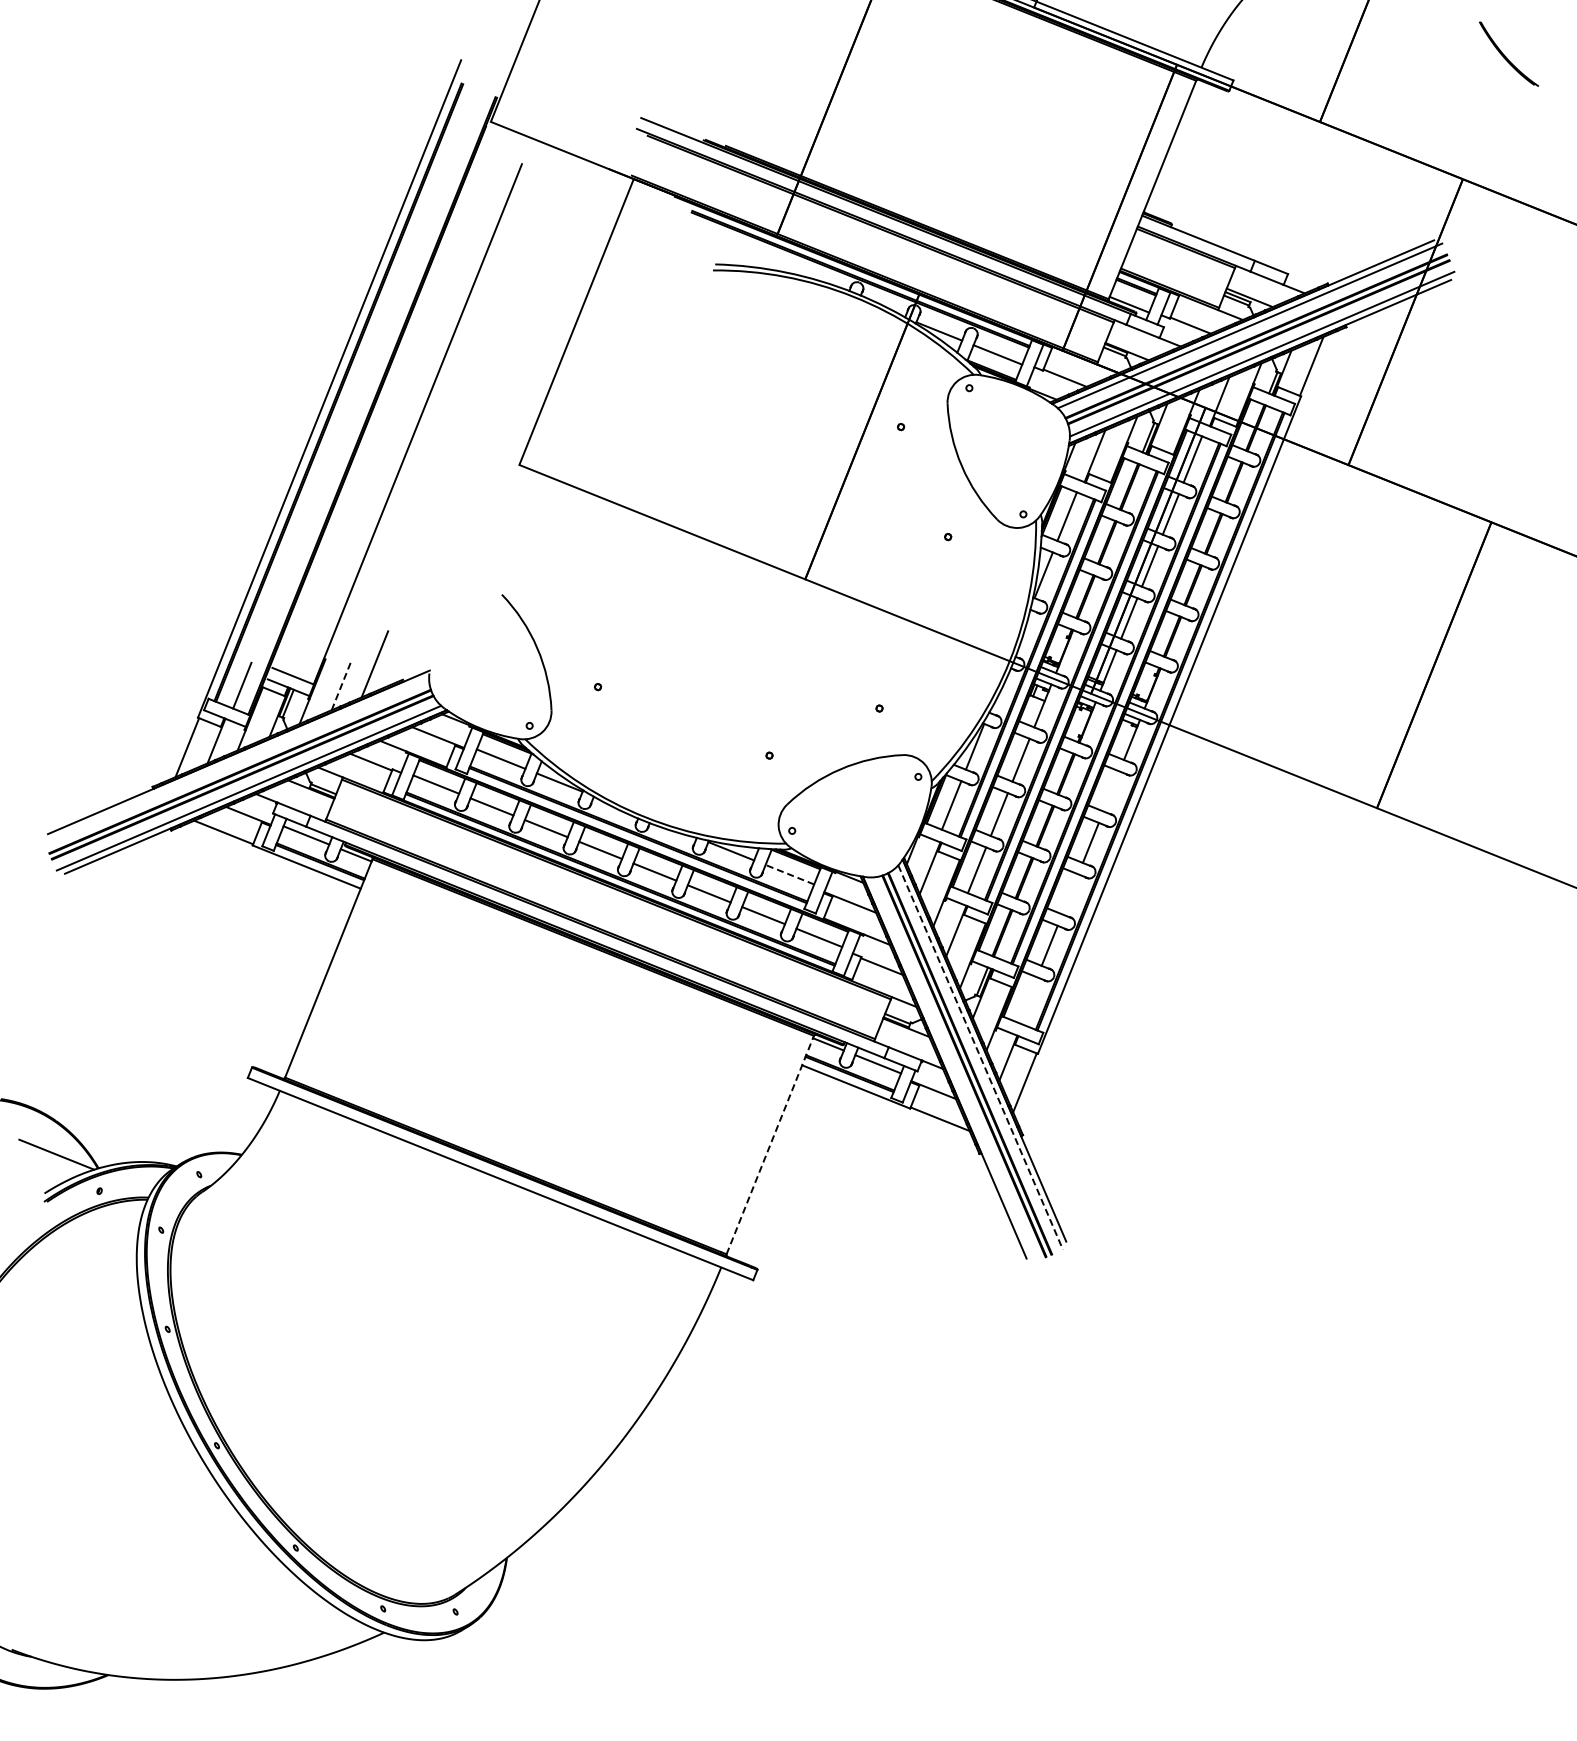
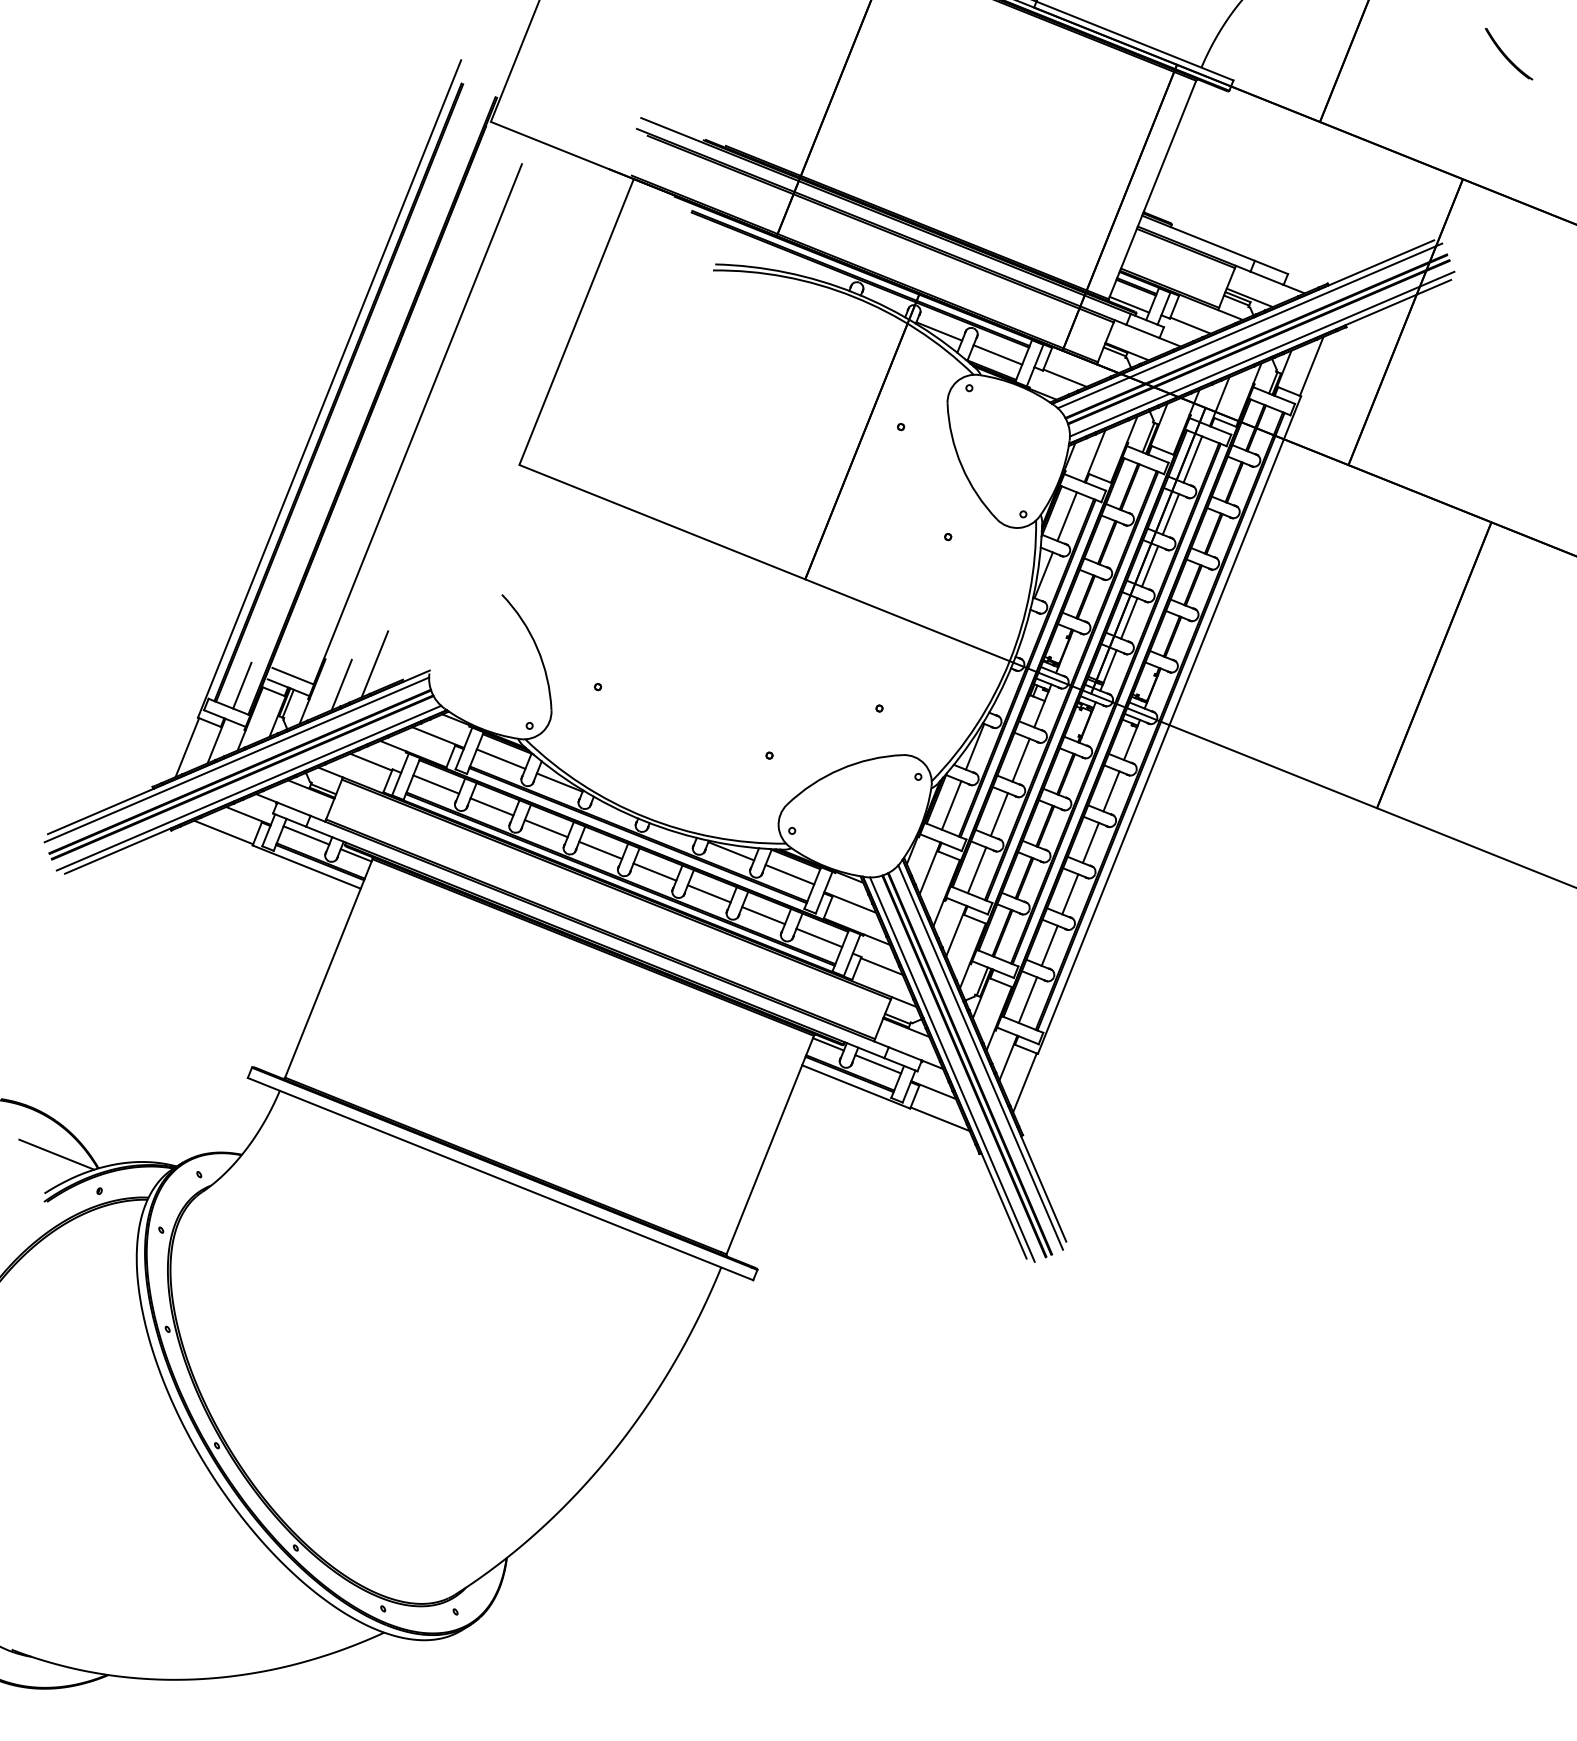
part at (1509, 53) size: 61x66 px -> 49x54 px
line at (341, 684): dashed -> solid
line at (236, 759): none -> present
line at (1111, 791): none -> present
line at (789, 874): dashed -> solid
line at (1070, 894): none -> present
line at (1027, 1000): none -> present
line at (980, 1058): dashed -> solid
line at (952, 1069): none -> present
line at (770, 1145): dashed -> solid
